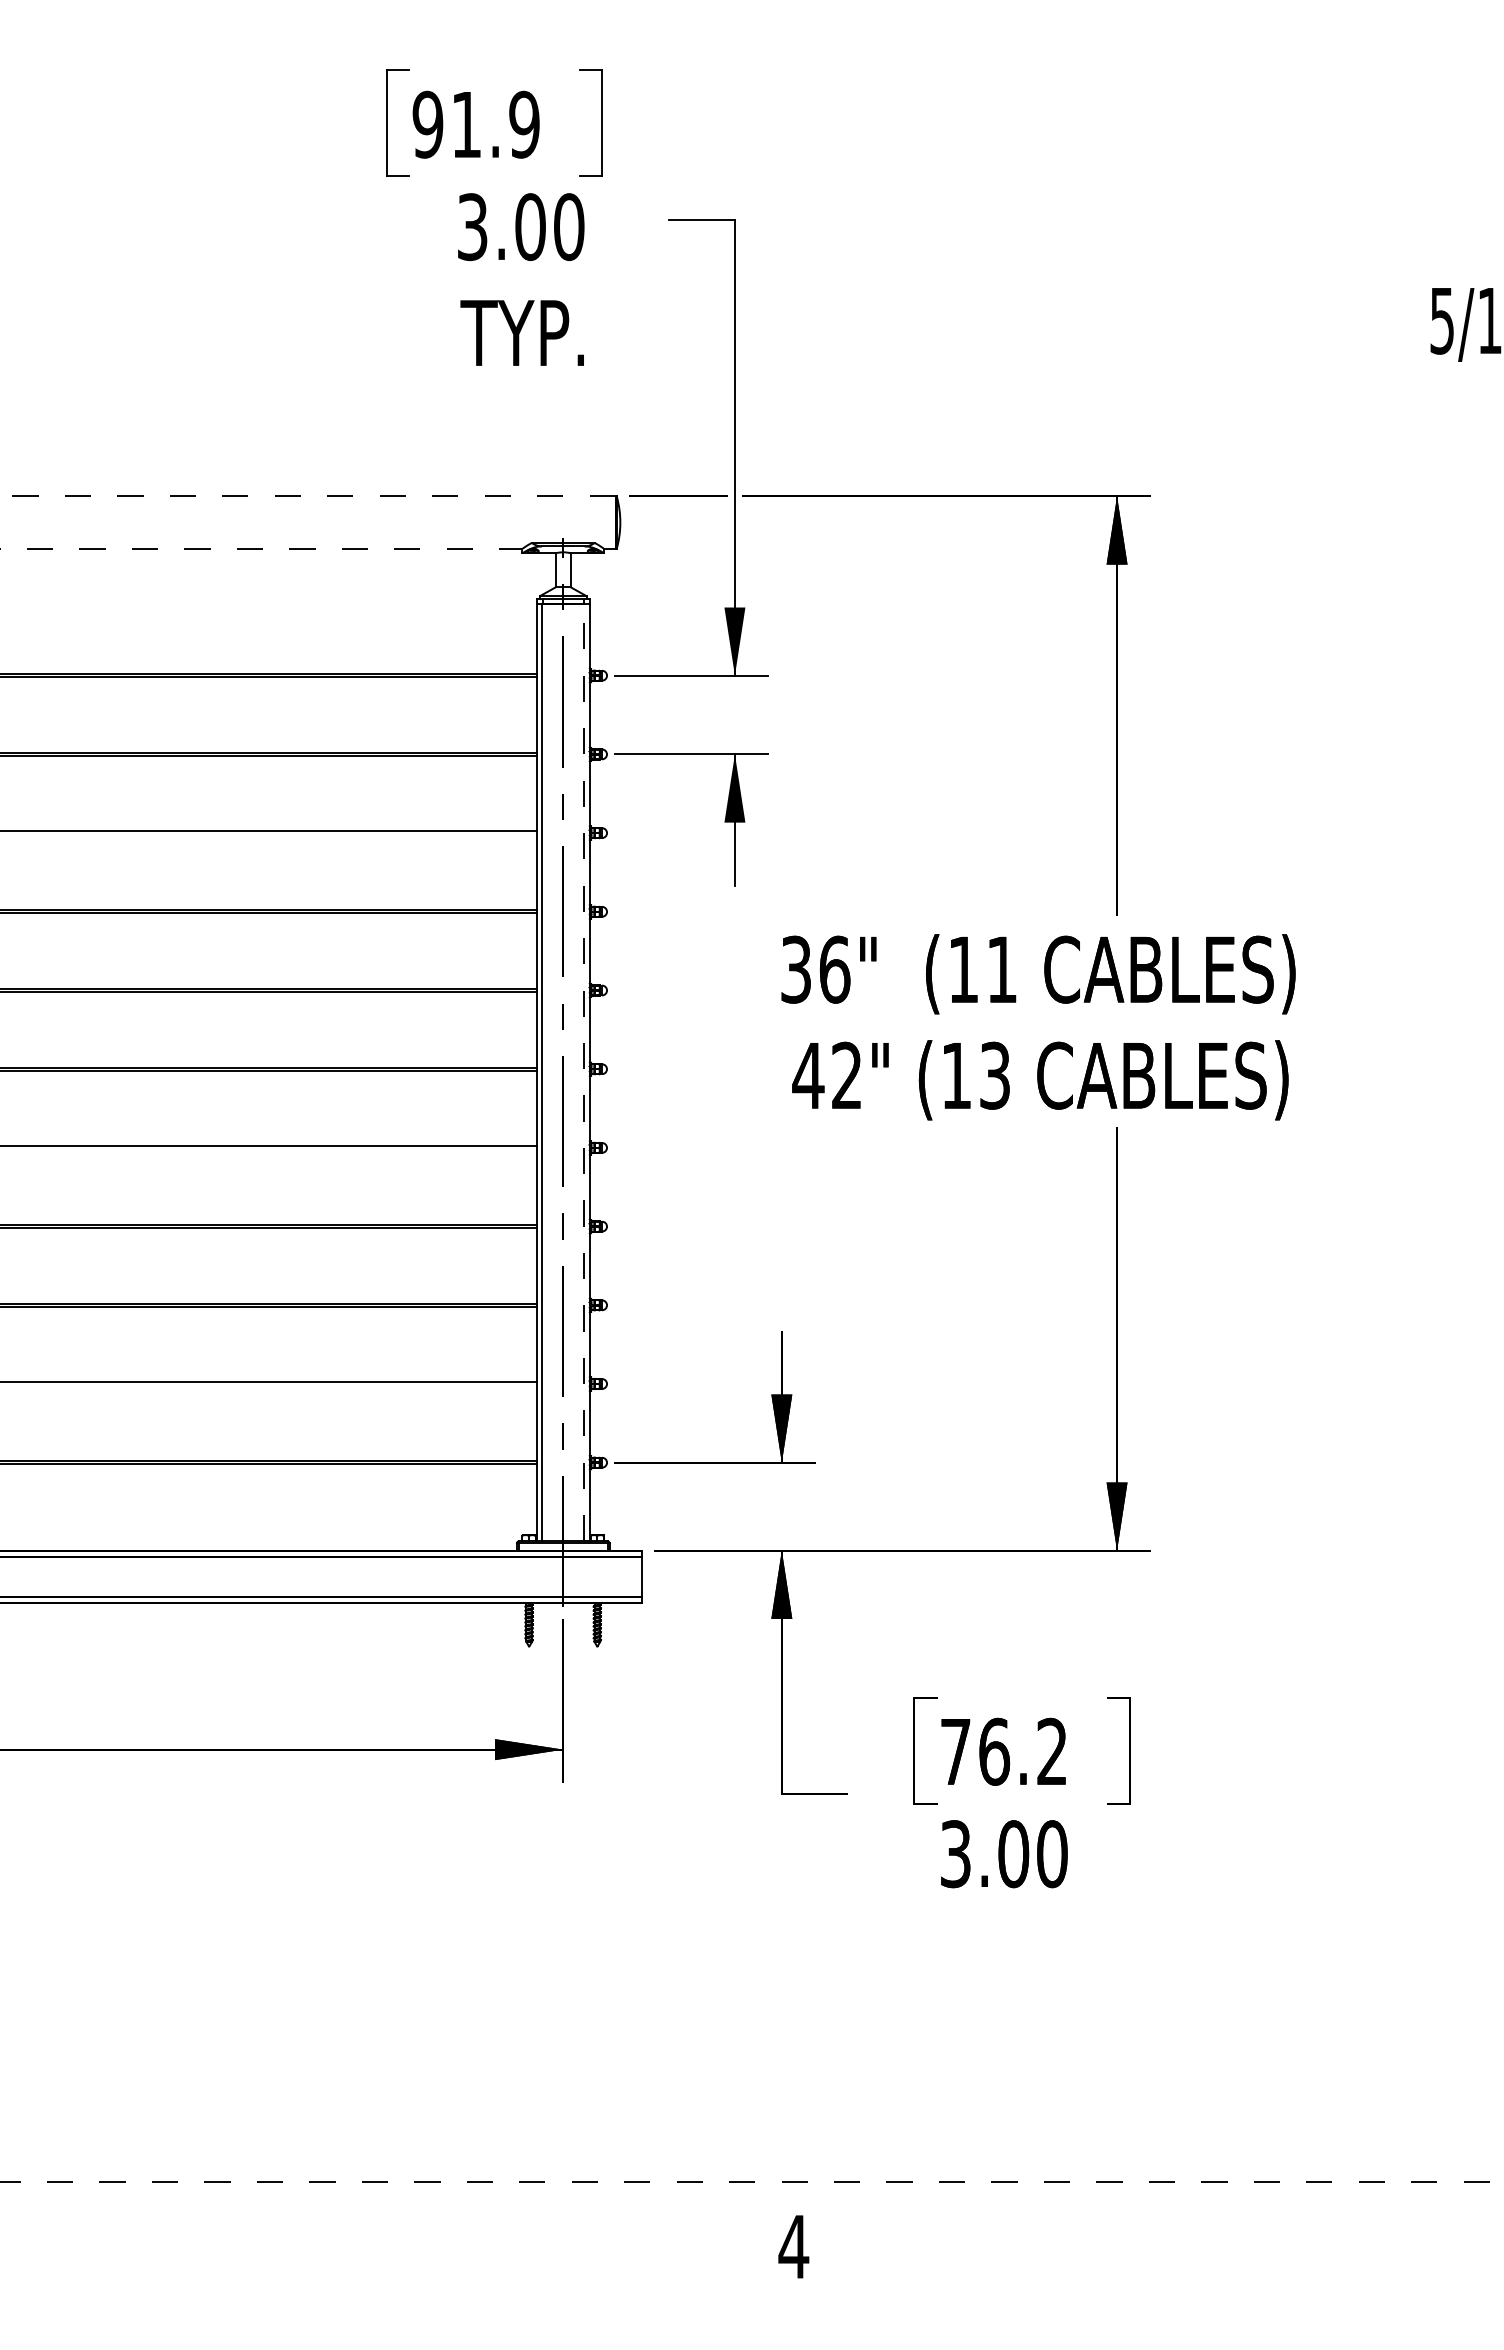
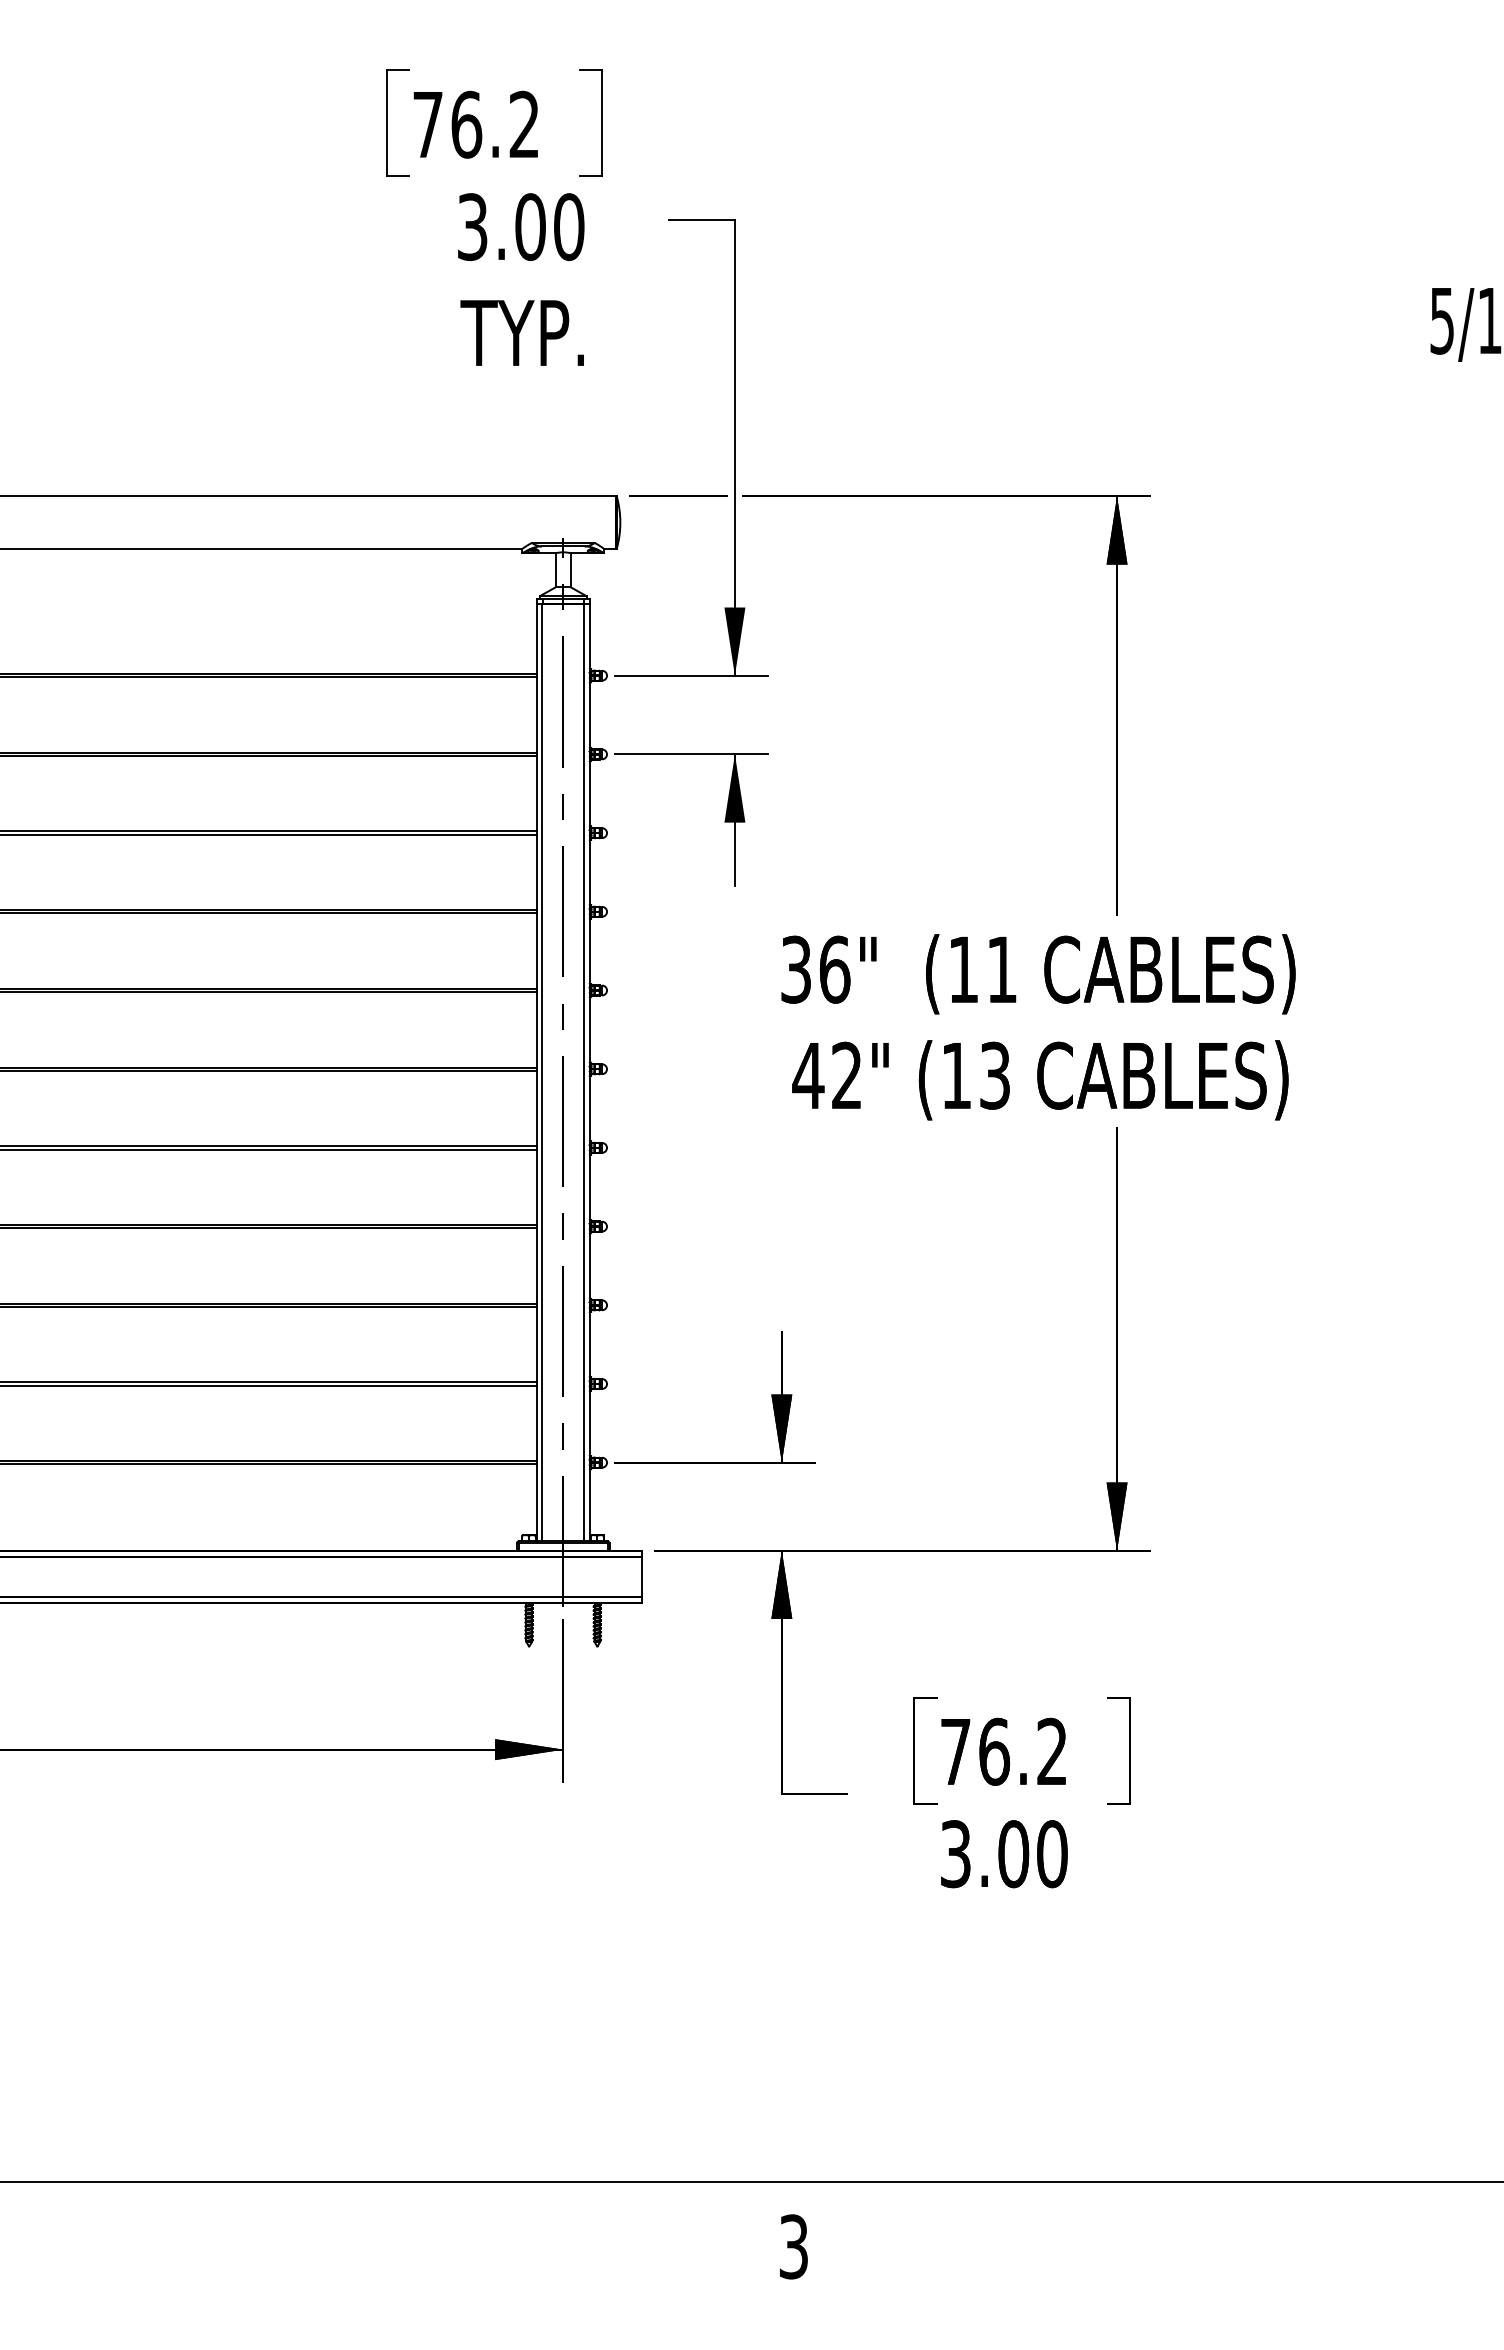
text at (475, 124): 91.9 -> 76.2
line at (307, 496): dashed -> solid
line at (261, 548): dashed -> solid
line at (269, 834): none -> present
line at (584, 1072): dashed -> solid
line at (269, 1149): none -> present
line at (269, 1385): none -> present
line at (751, 2181): dashed -> solid
text at (793, 2246): 4 -> 3
